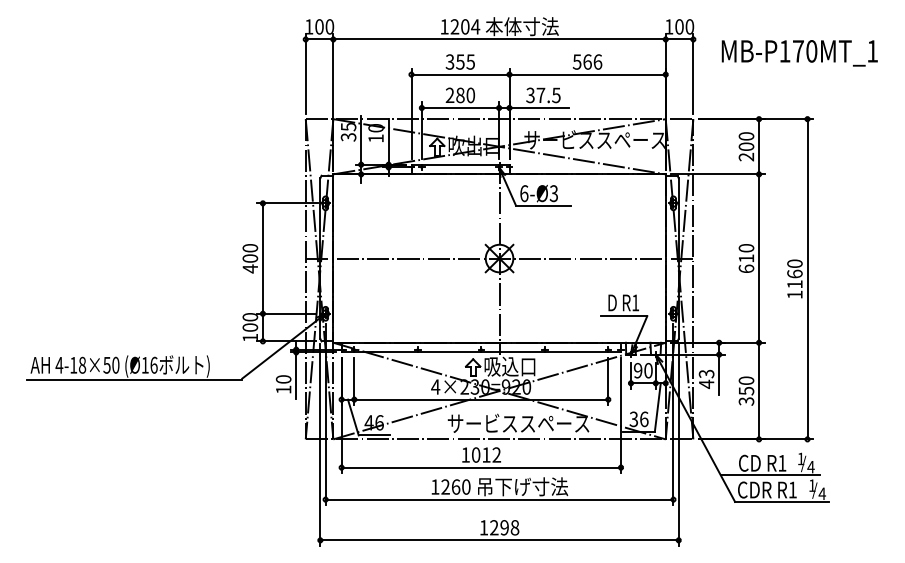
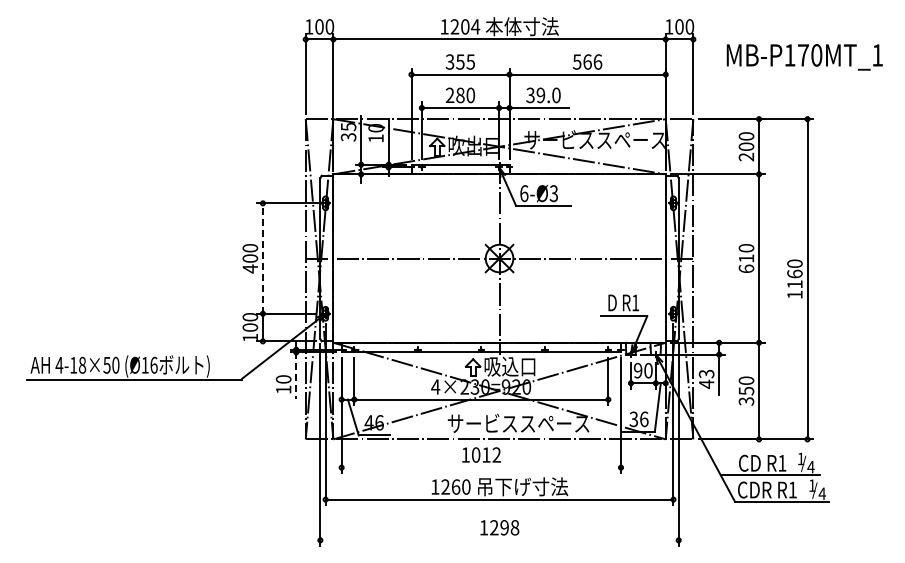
text at (799, 53) position: (799, 53) -> (804, 57)
text at (548, 95): 37.5 -> 39.0
line at (262, 258): solid -> dashed
line at (296, 376): solid -> dashed
line at (481, 467): present -> none
line at (499, 540): present -> none
